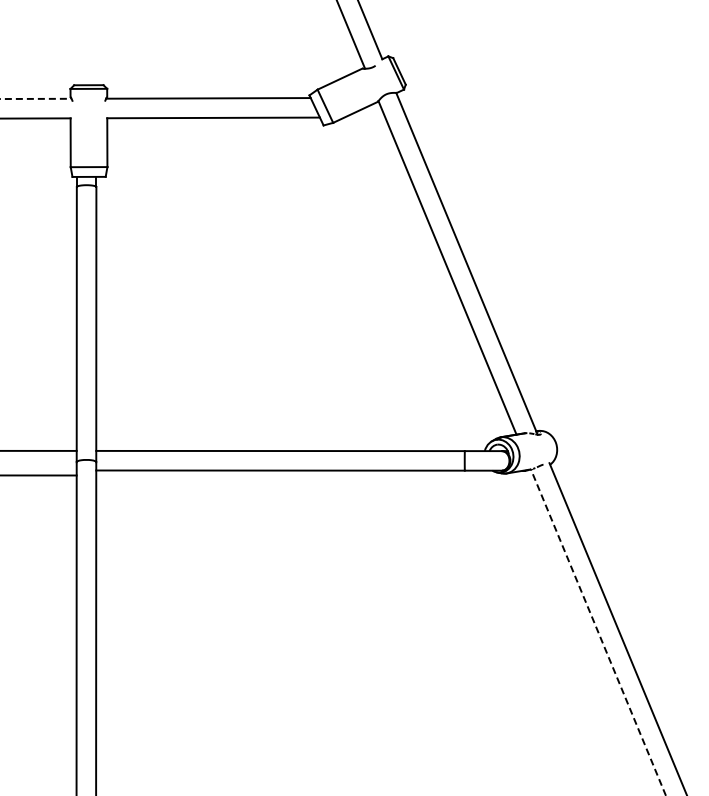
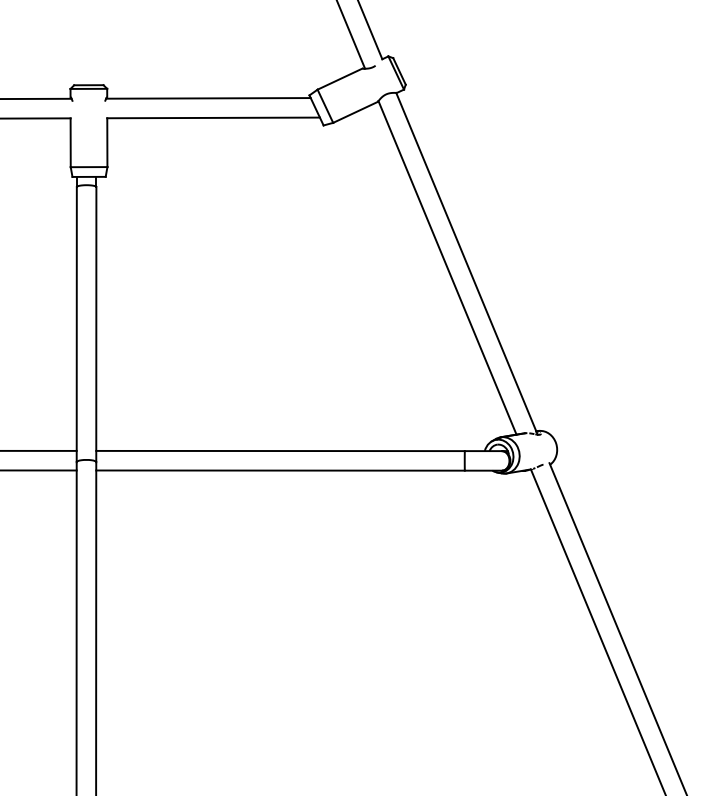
line at (36, 98): dashed -> solid
line at (39, 475) position: (39, 475) -> (39, 470)
line at (598, 632): dashed -> solid
